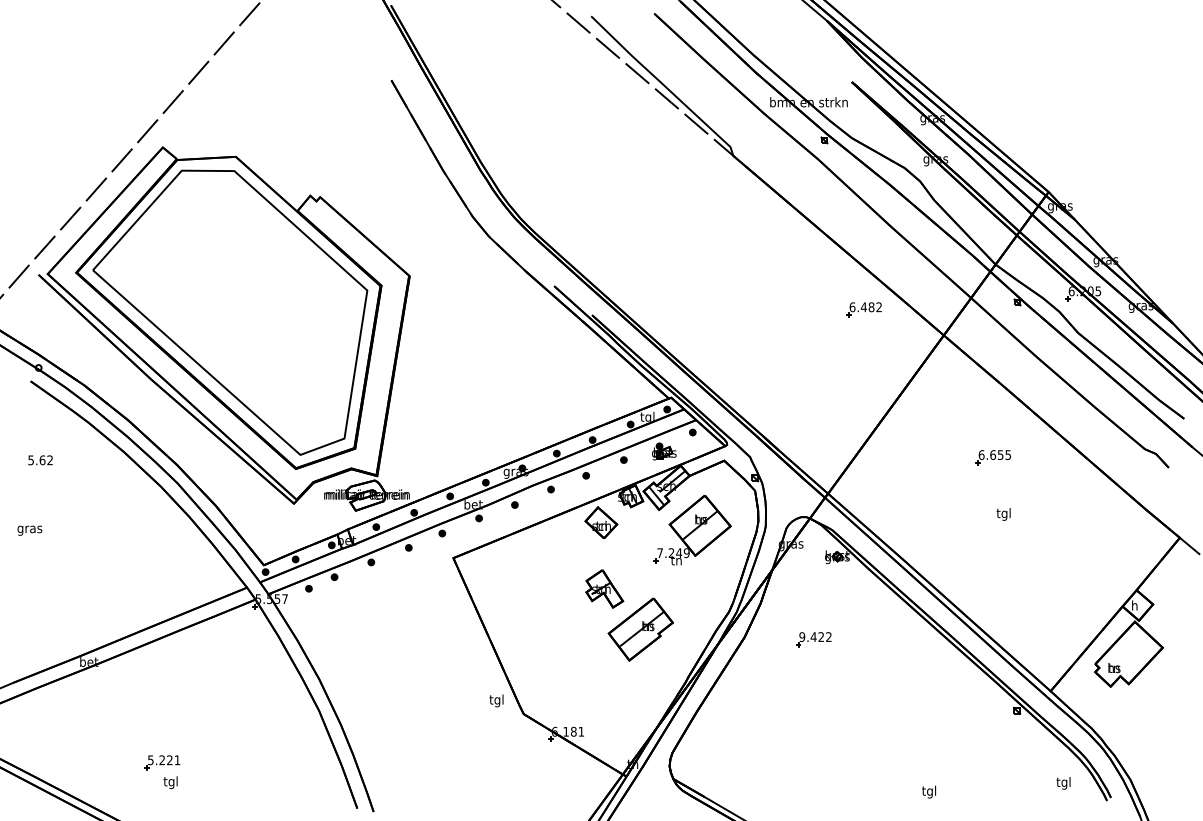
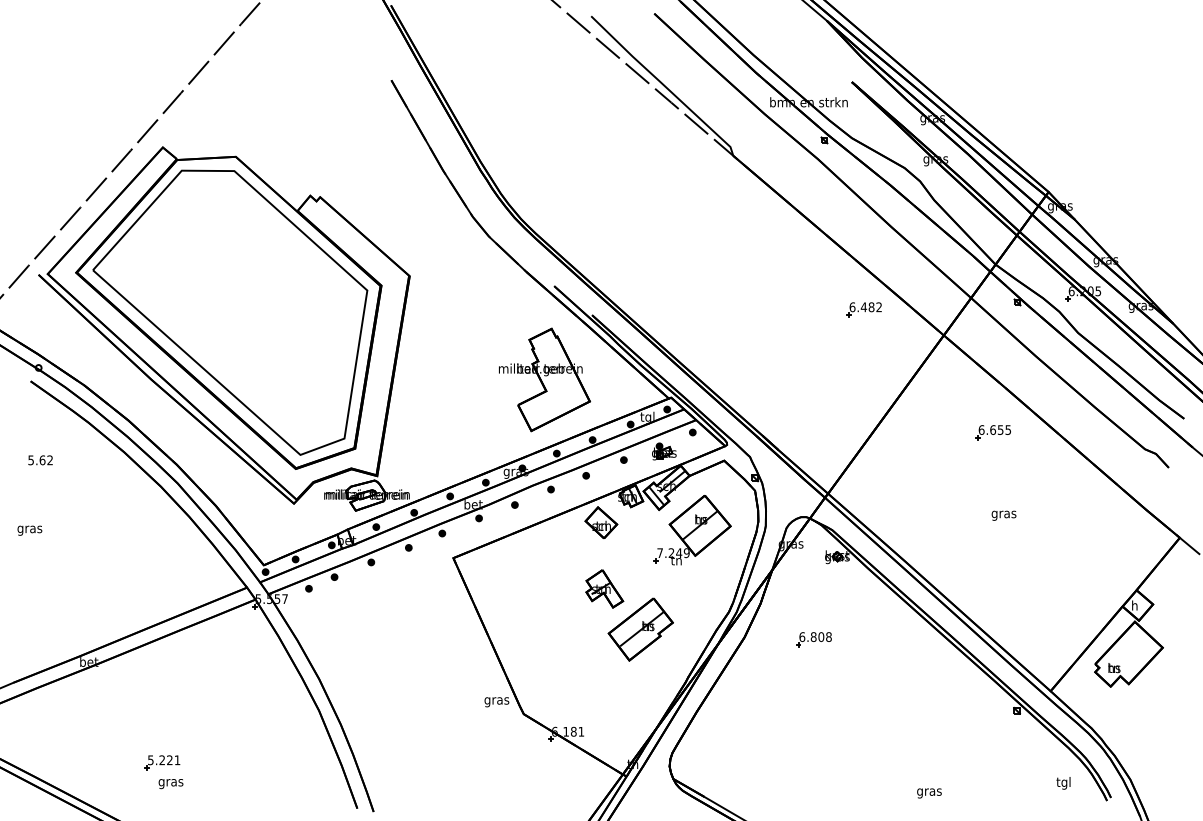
part at (544, 379): none -> present
part at (992, 457) position: (992, 457) -> (992, 432)
text at (1003, 514): tgl -> gras
text at (815, 637): 9.422 -> 6.808
text at (496, 700): tgl -> gras
text at (170, 782): tgl -> gras
text at (929, 791): tgl -> gras
